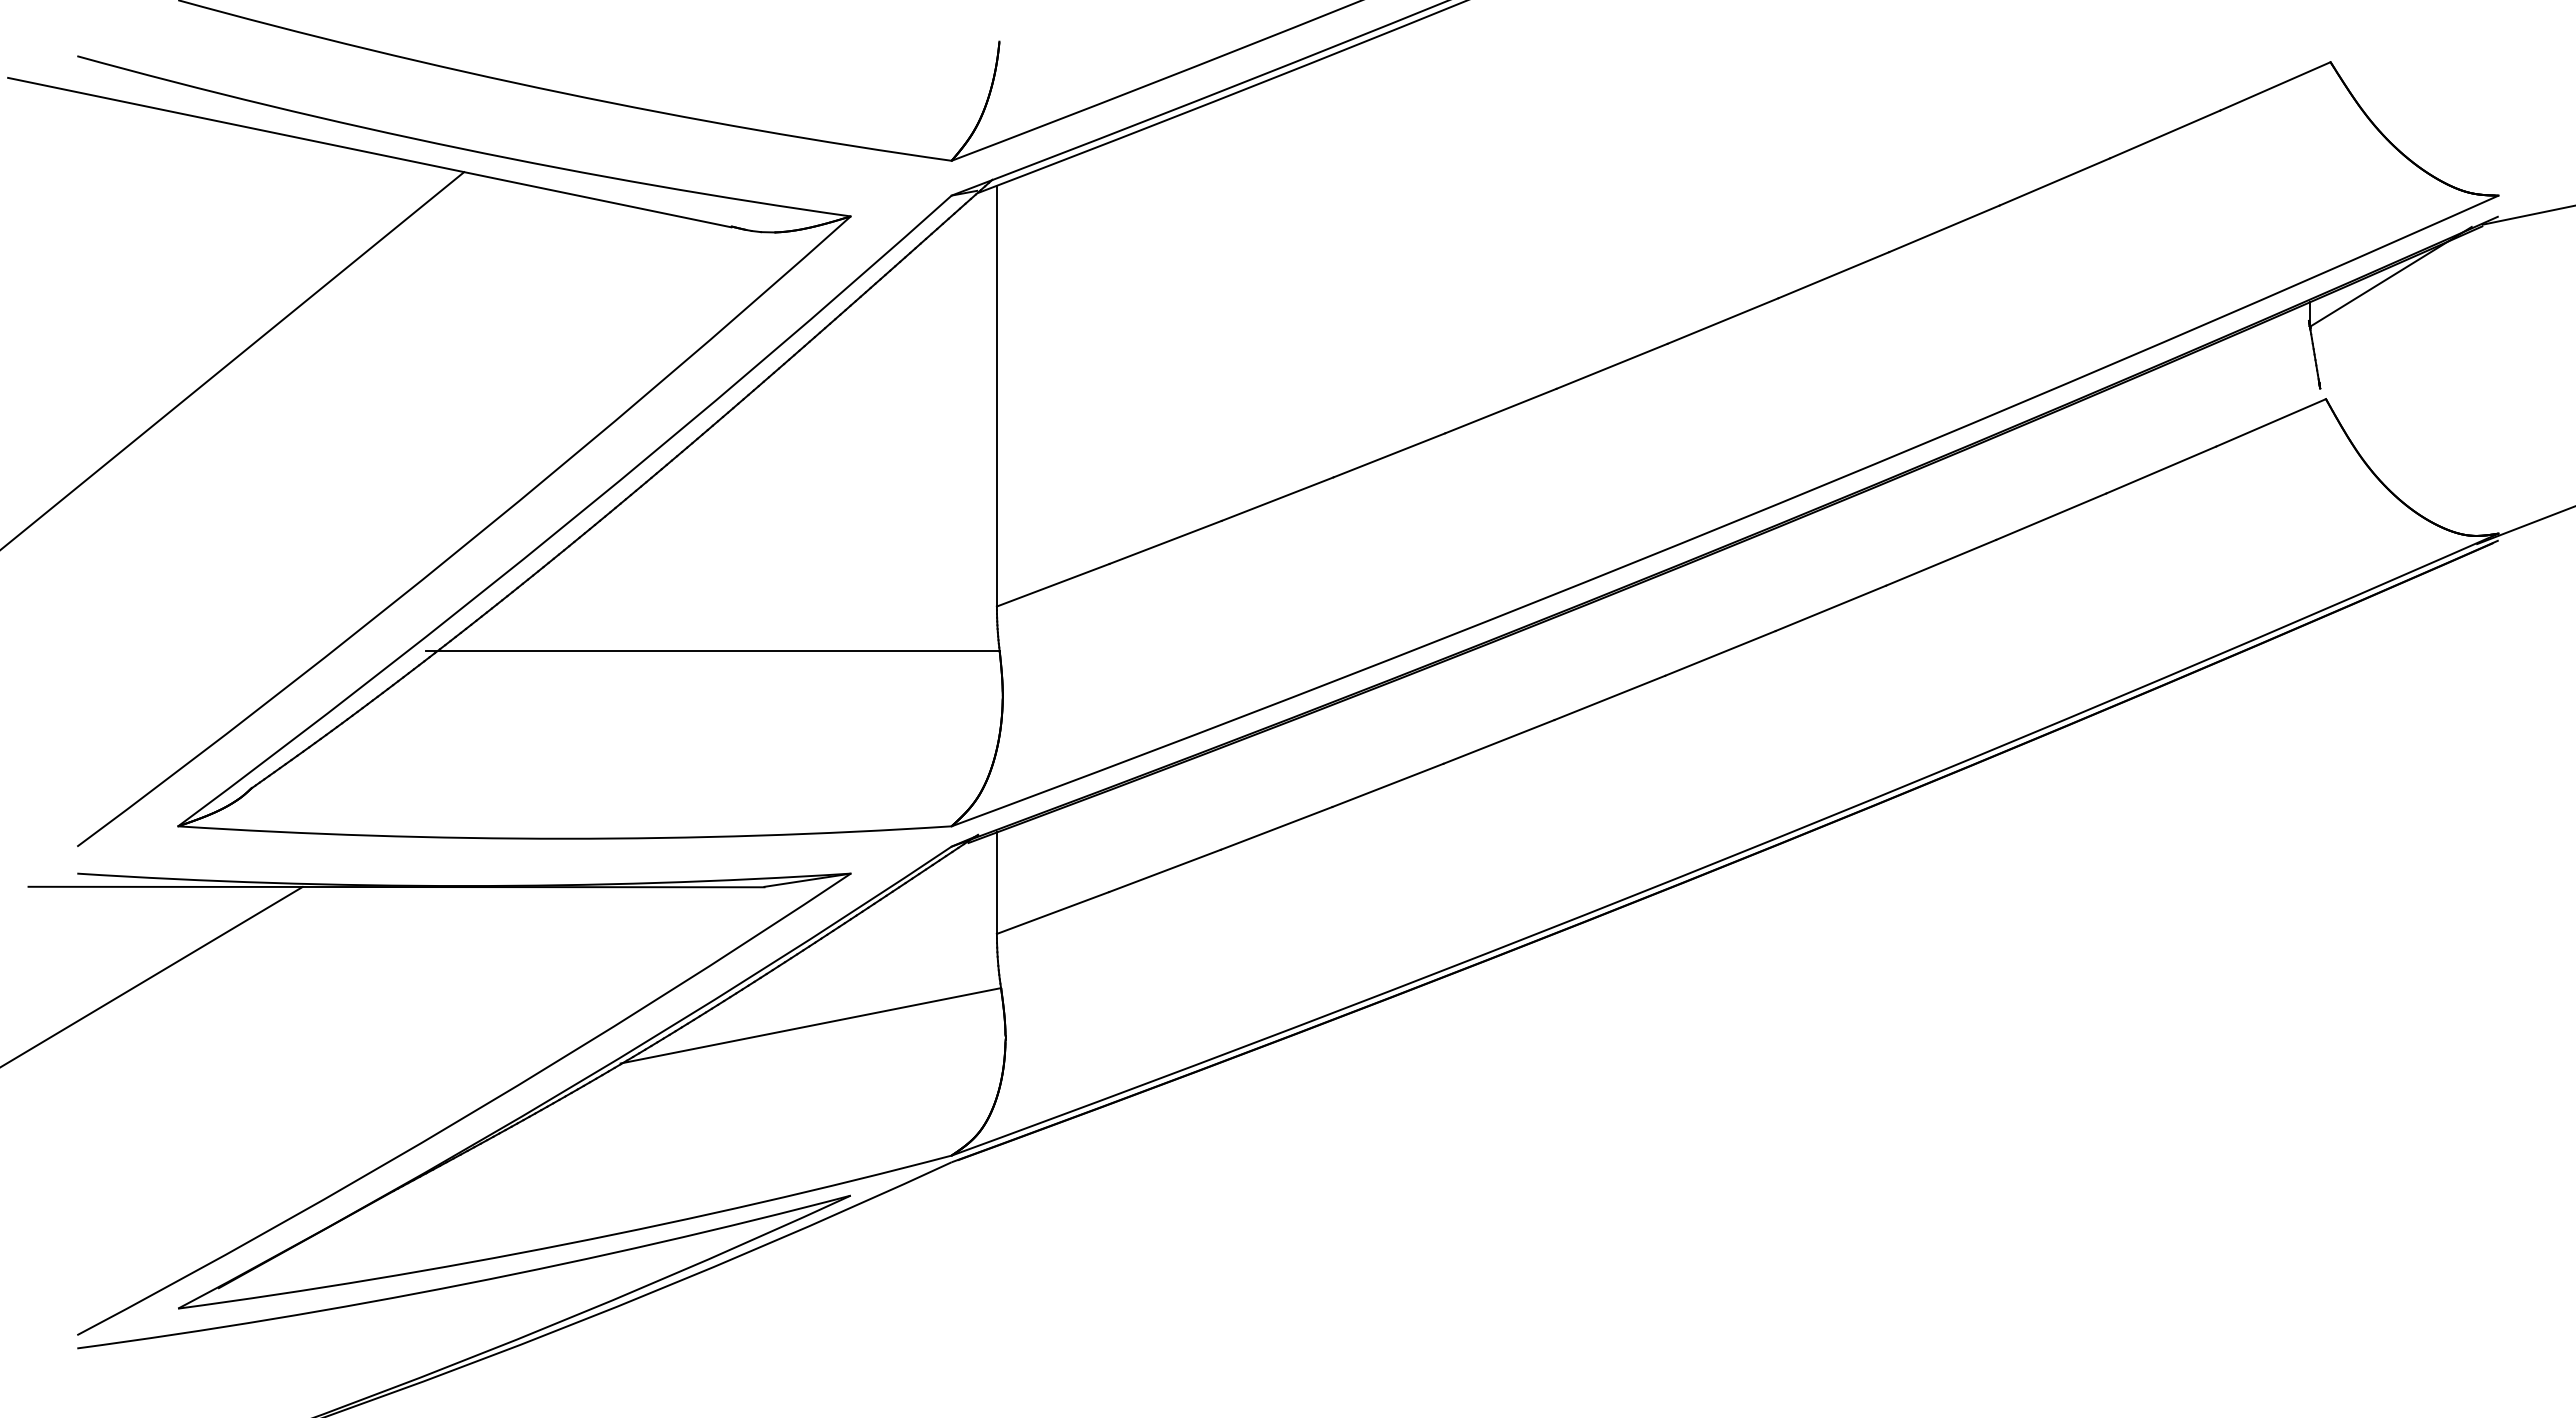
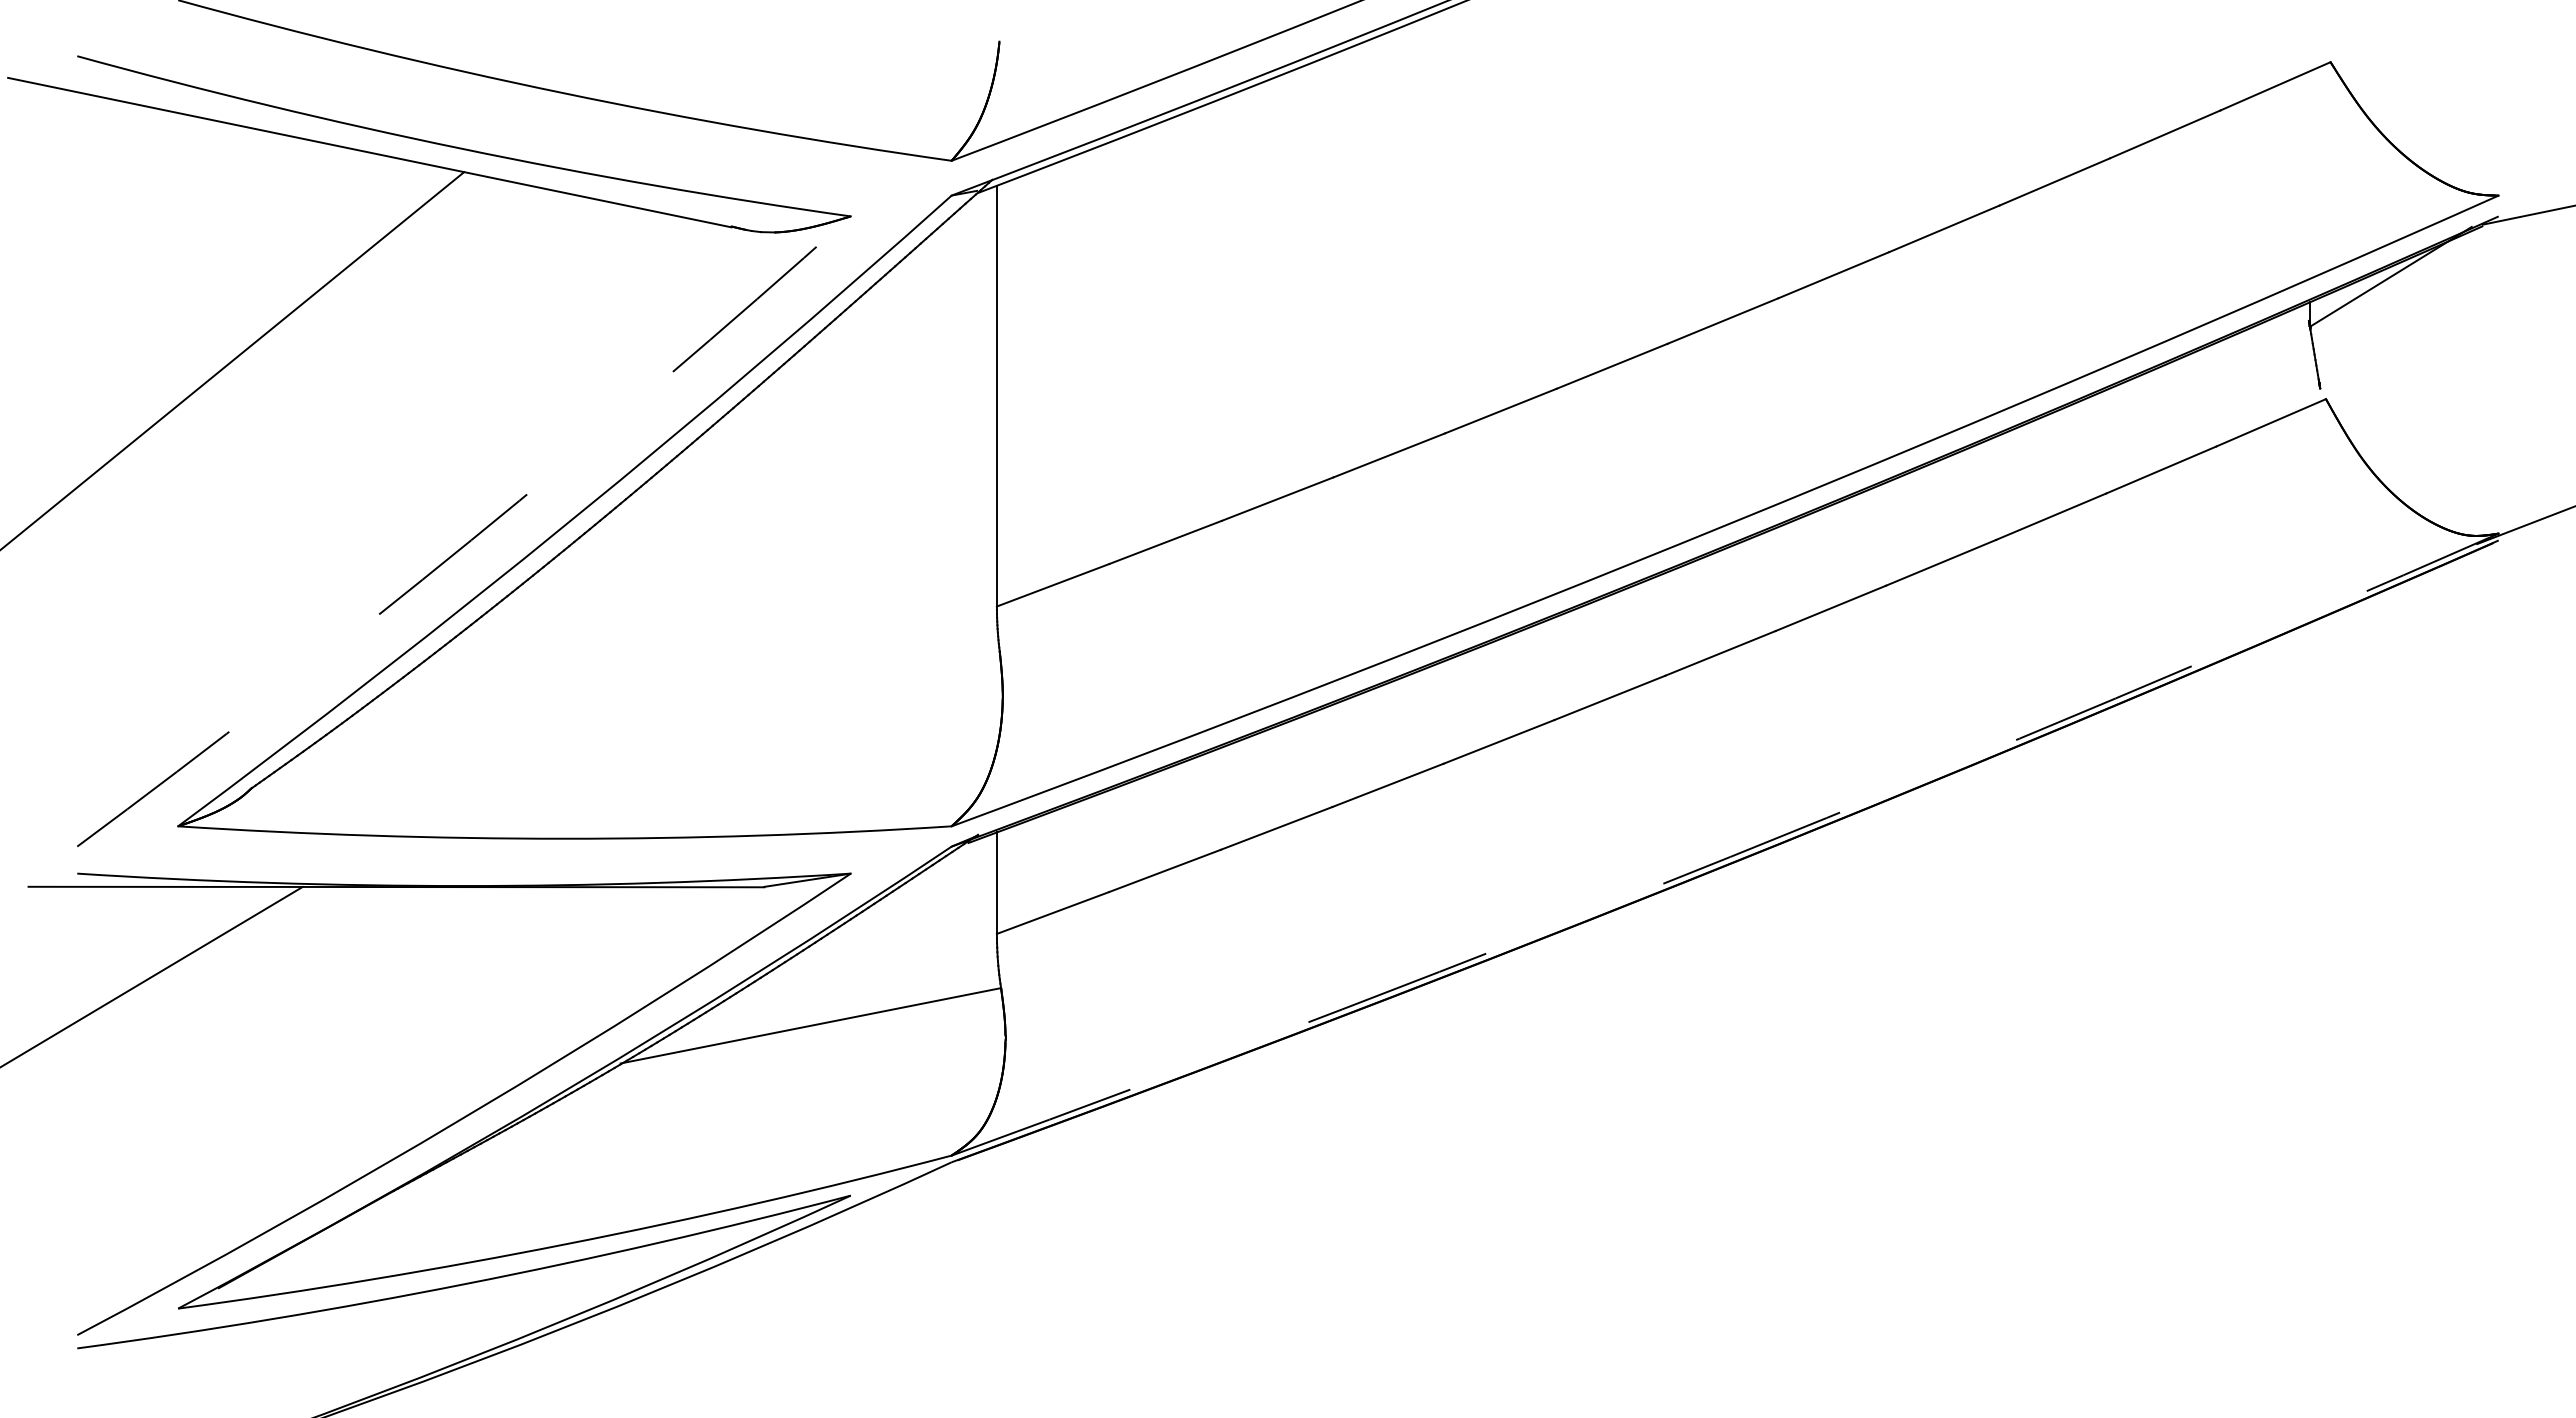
arc at (471, 540): solid -> dashed
line at (712, 651): present -> none
arc at (1730, 857): solid -> dashed
